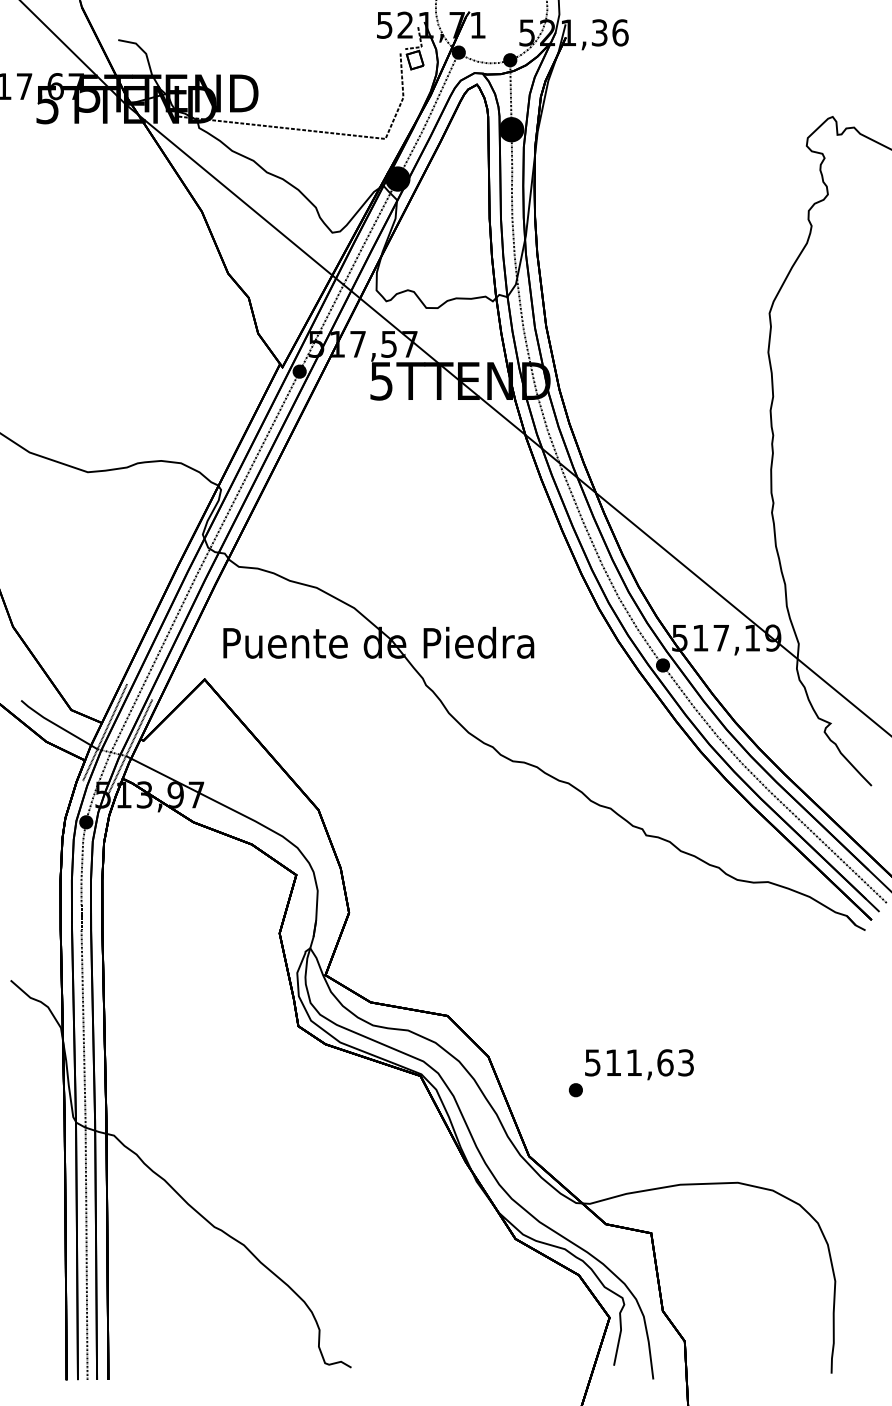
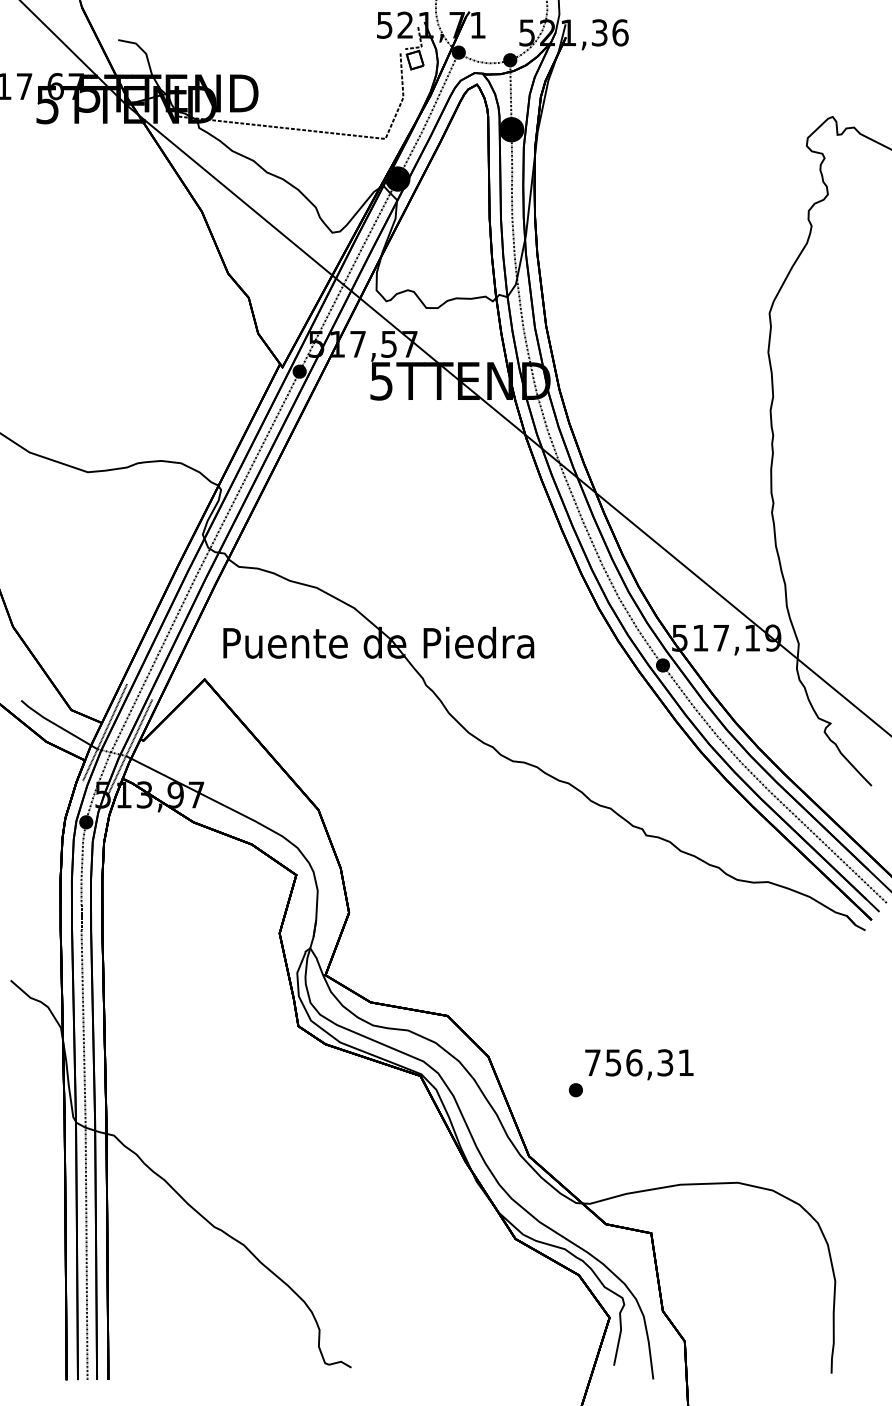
text at (639, 1062): 511,63 -> 756,31
